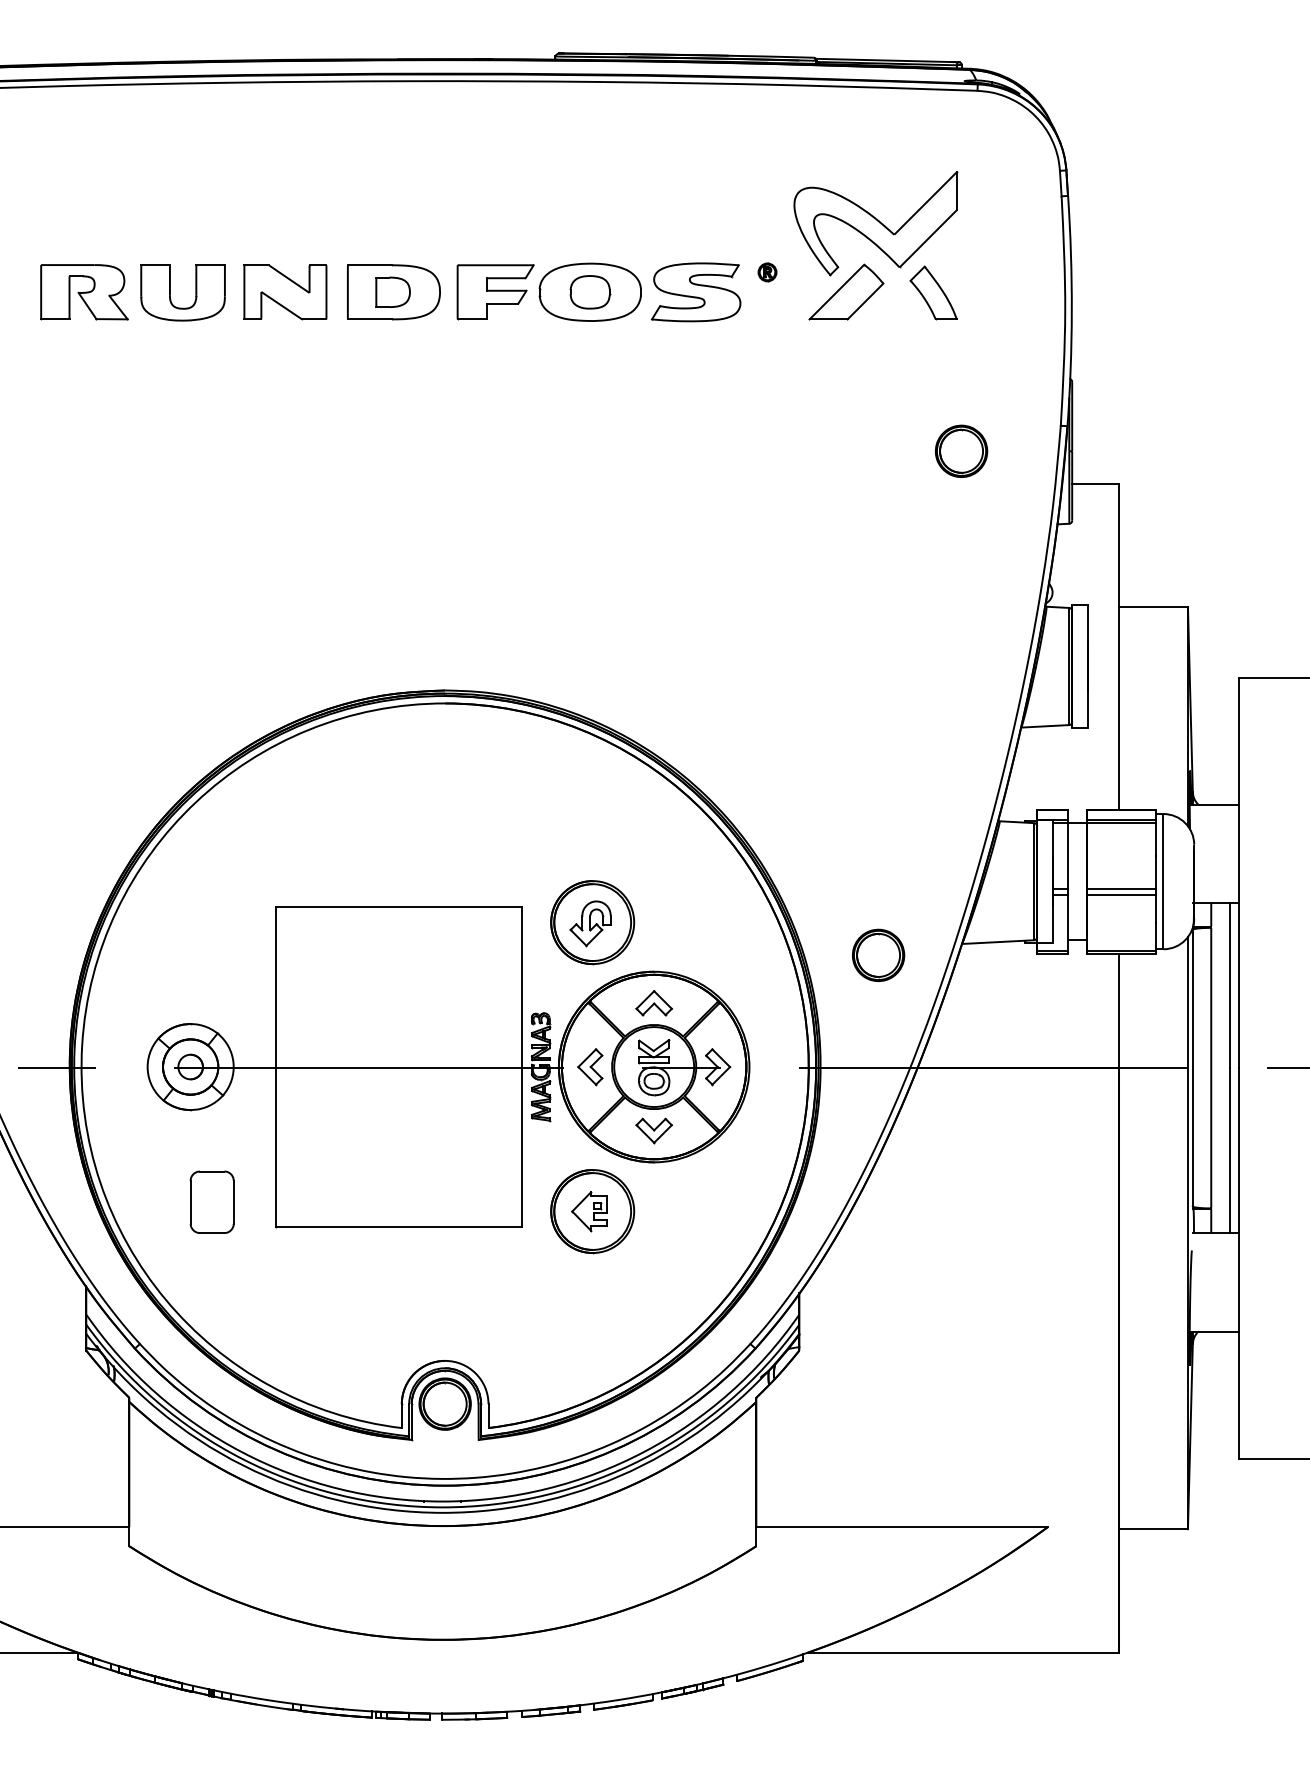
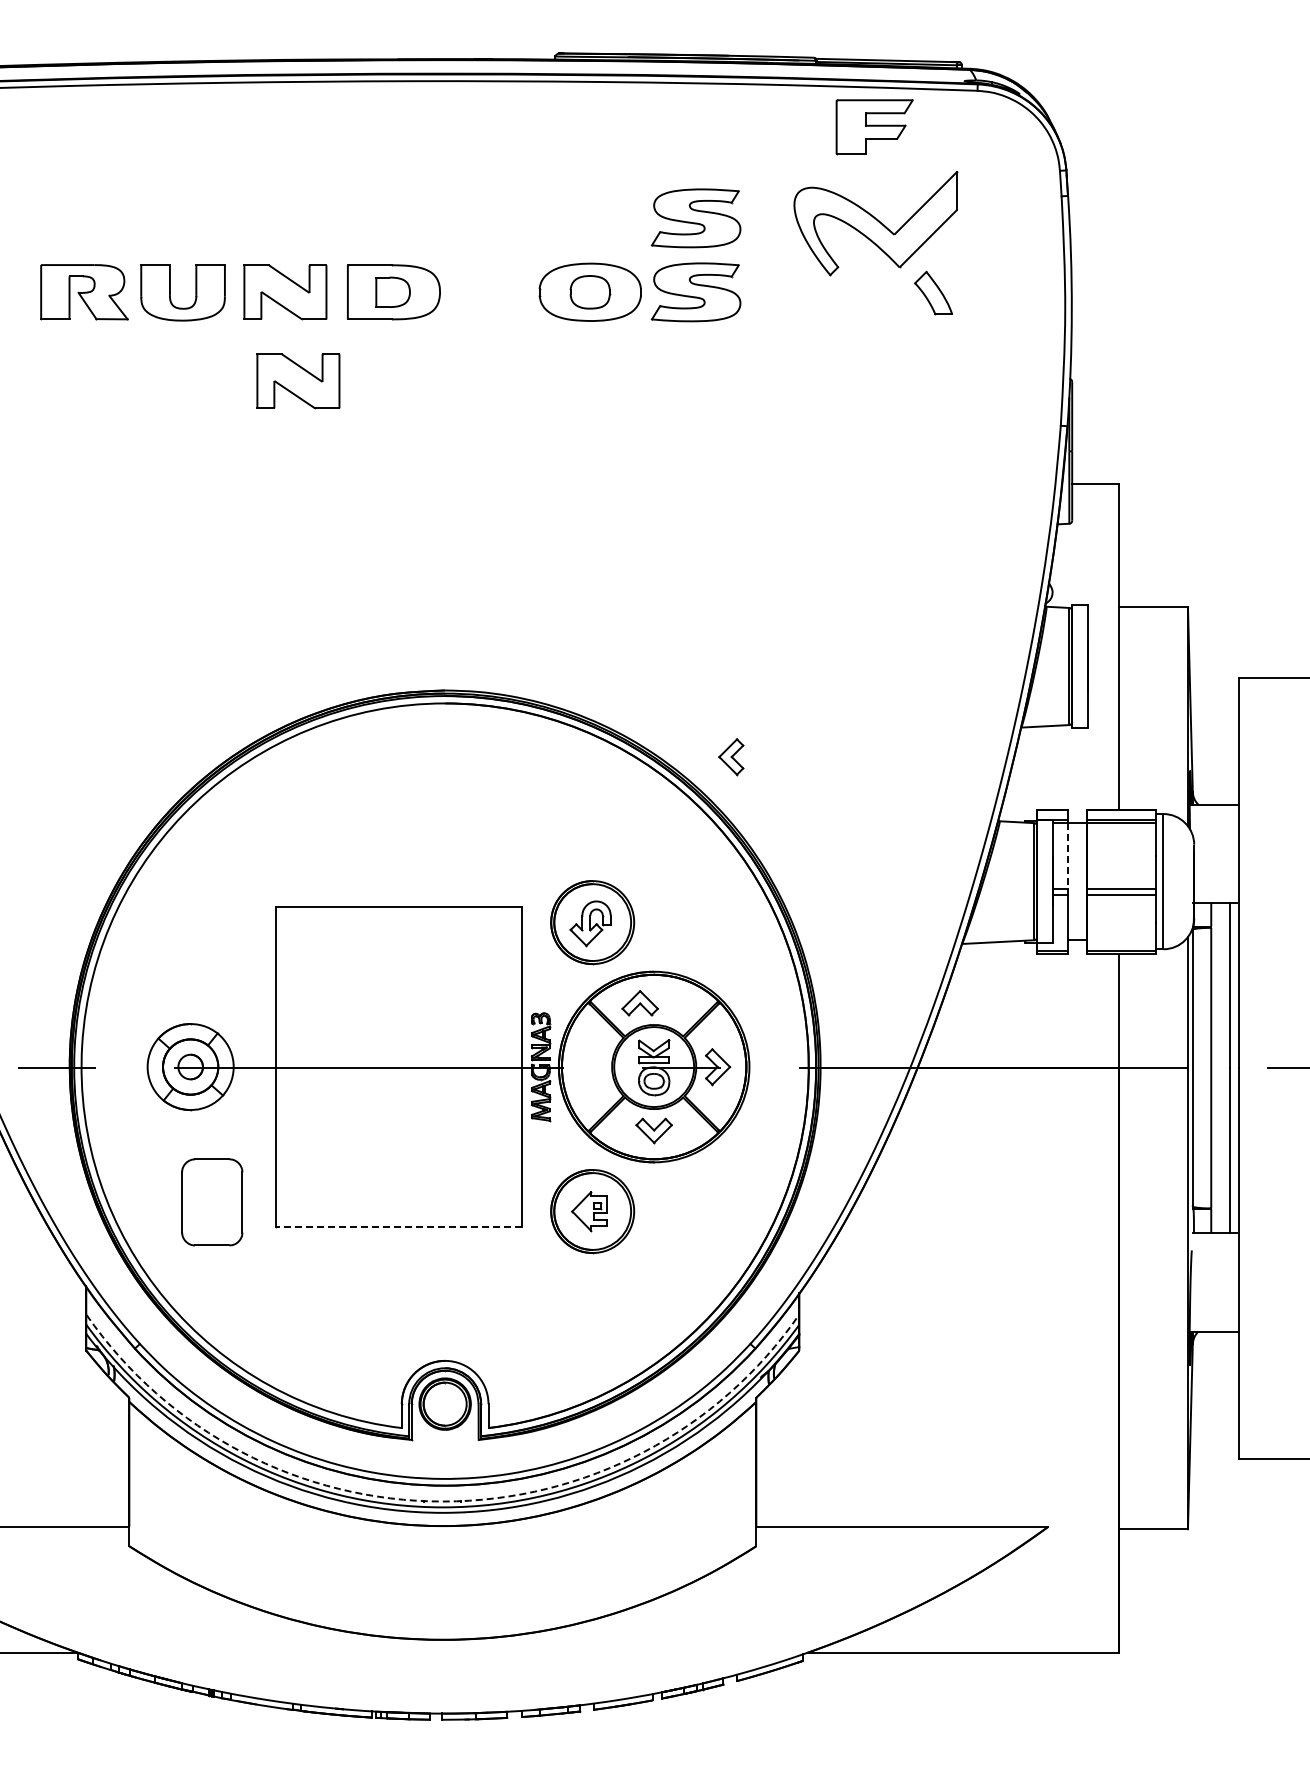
part at (695, 218): none -> present
part at (767, 272): present -> none
part at (846, 291): present -> none
part at (495, 292) position: (495, 292) -> (874, 127)
part at (933, 292) size: 49x56 px -> 39x46 px
part at (298, 381): none -> present
part at (961, 450): present -> none
line at (1067, 856): solid -> dashed
part at (878, 954): present -> none
part at (653, 1003) position: (653, 1003) -> (639, 1003)
part at (590, 1067) position: (590, 1067) -> (731, 757)
part at (211, 1201) size: 46x64 px -> 63x89 px
line at (399, 1226): solid -> dashed
arc at (443, 1501): solid -> dashed
